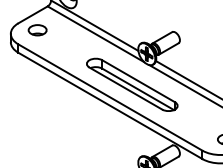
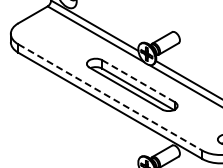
part at (37, 30): present -> none
line at (139, 81): solid -> dashed
line at (110, 97): solid -> dashed
